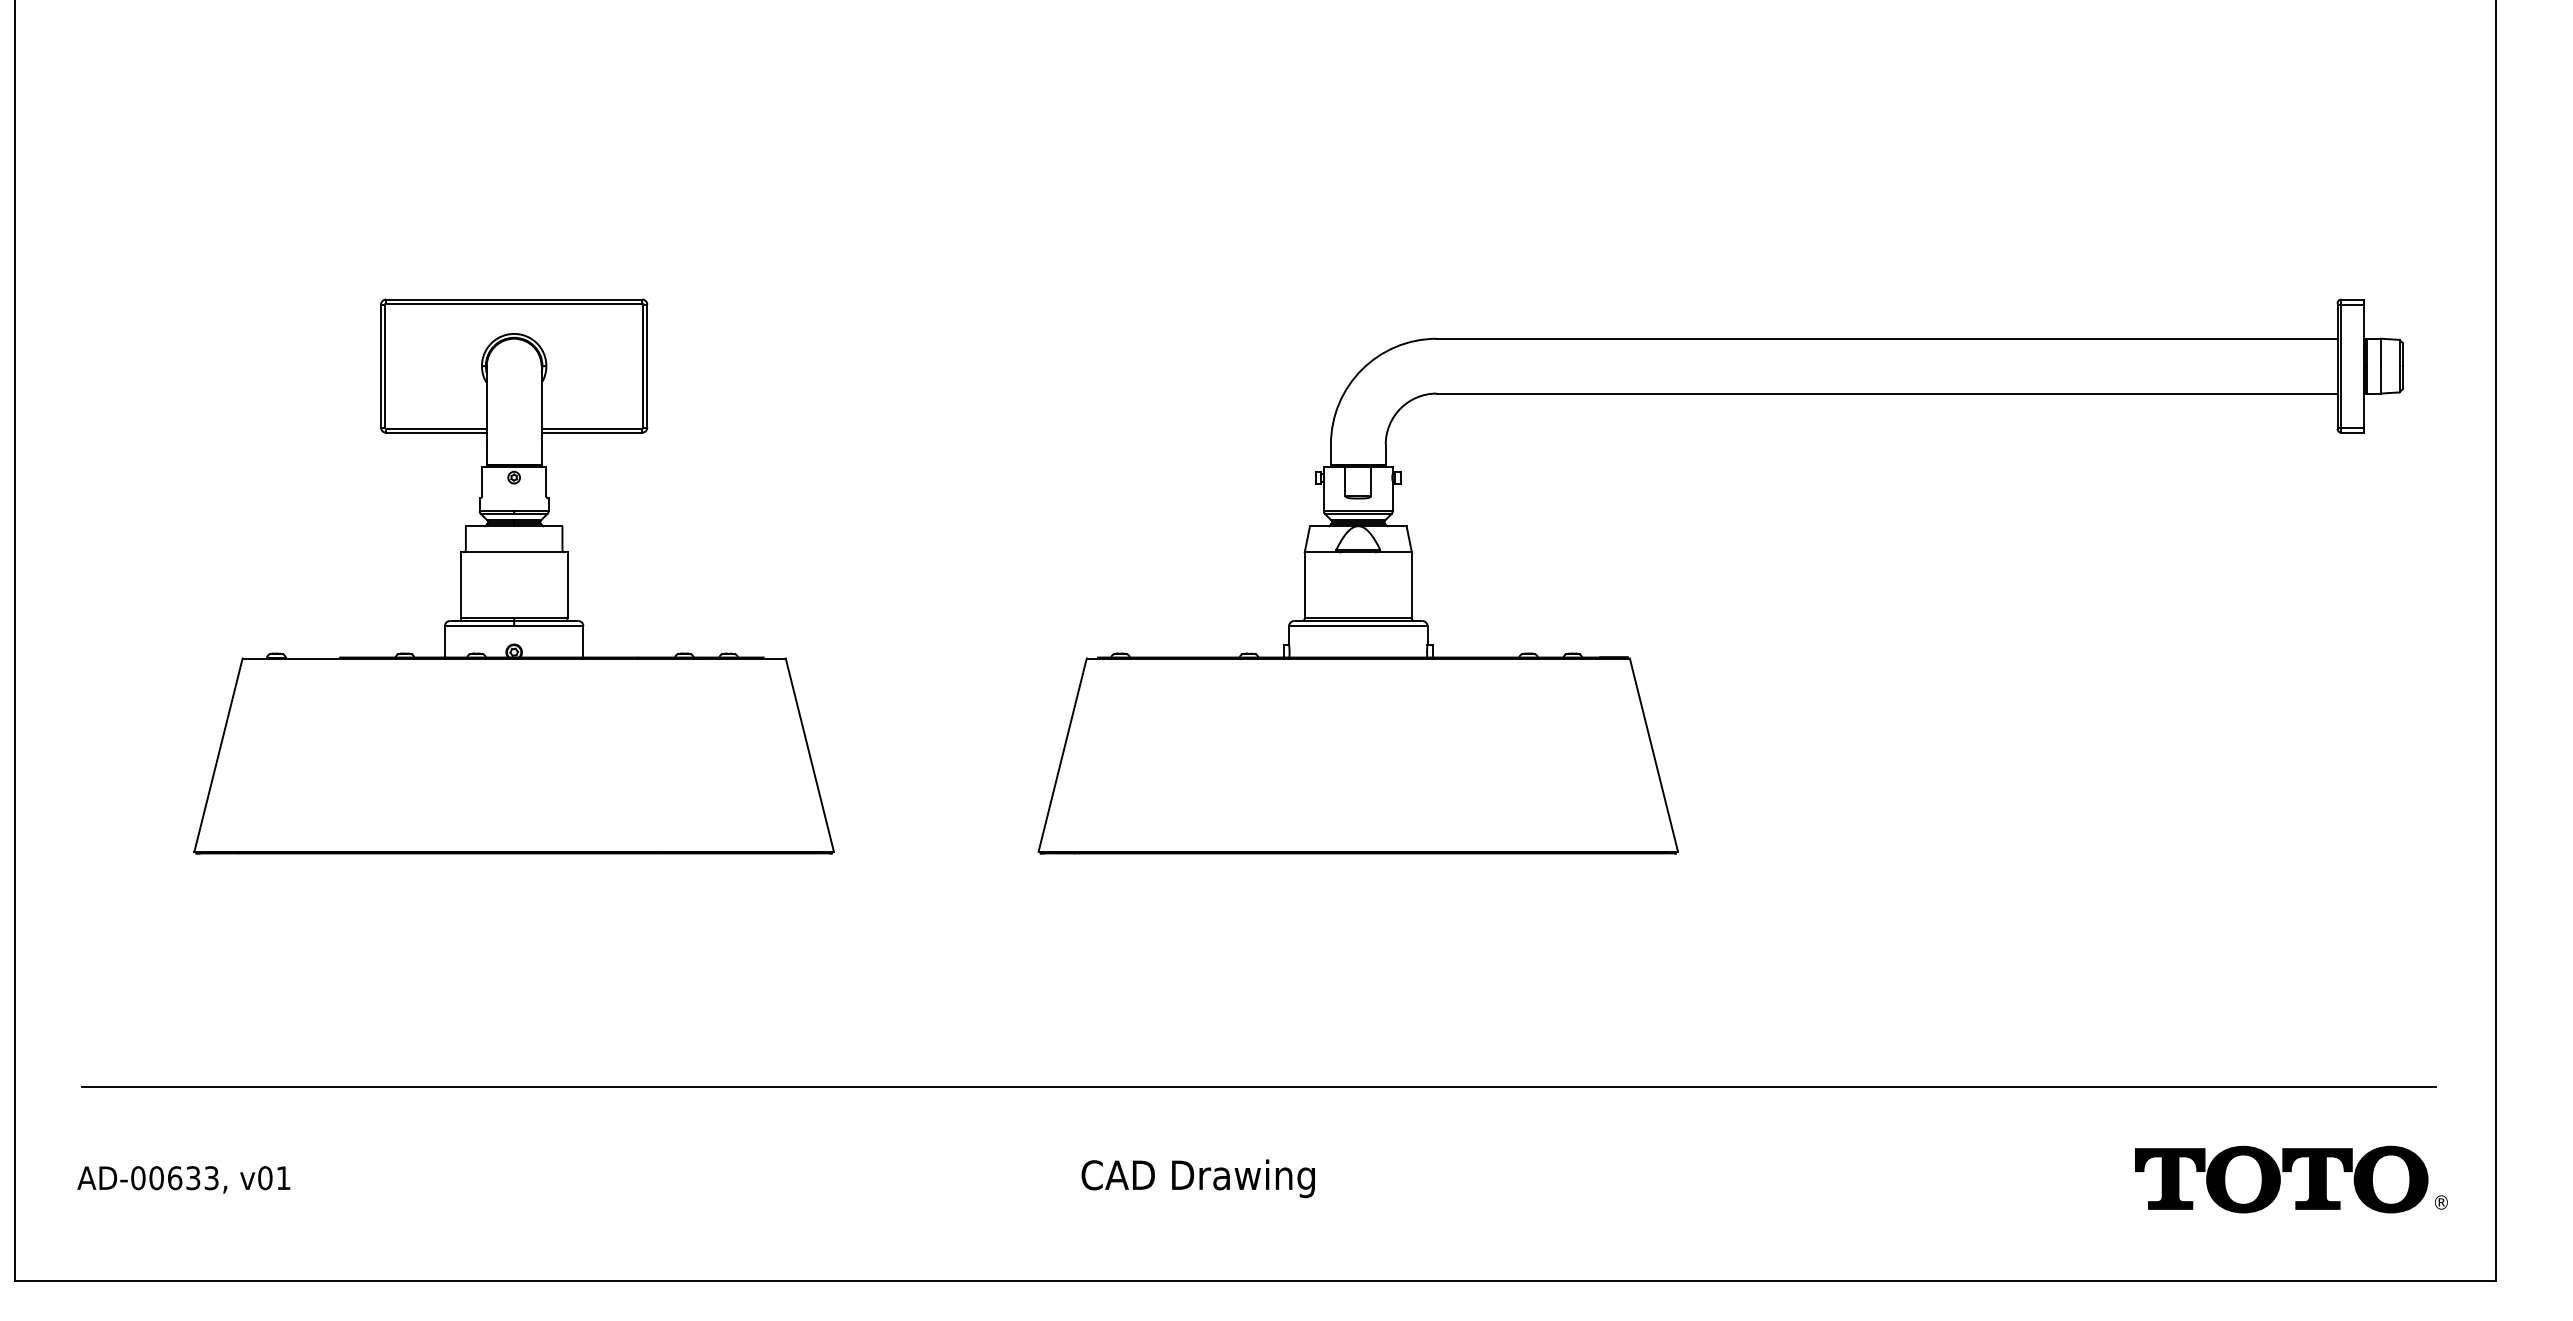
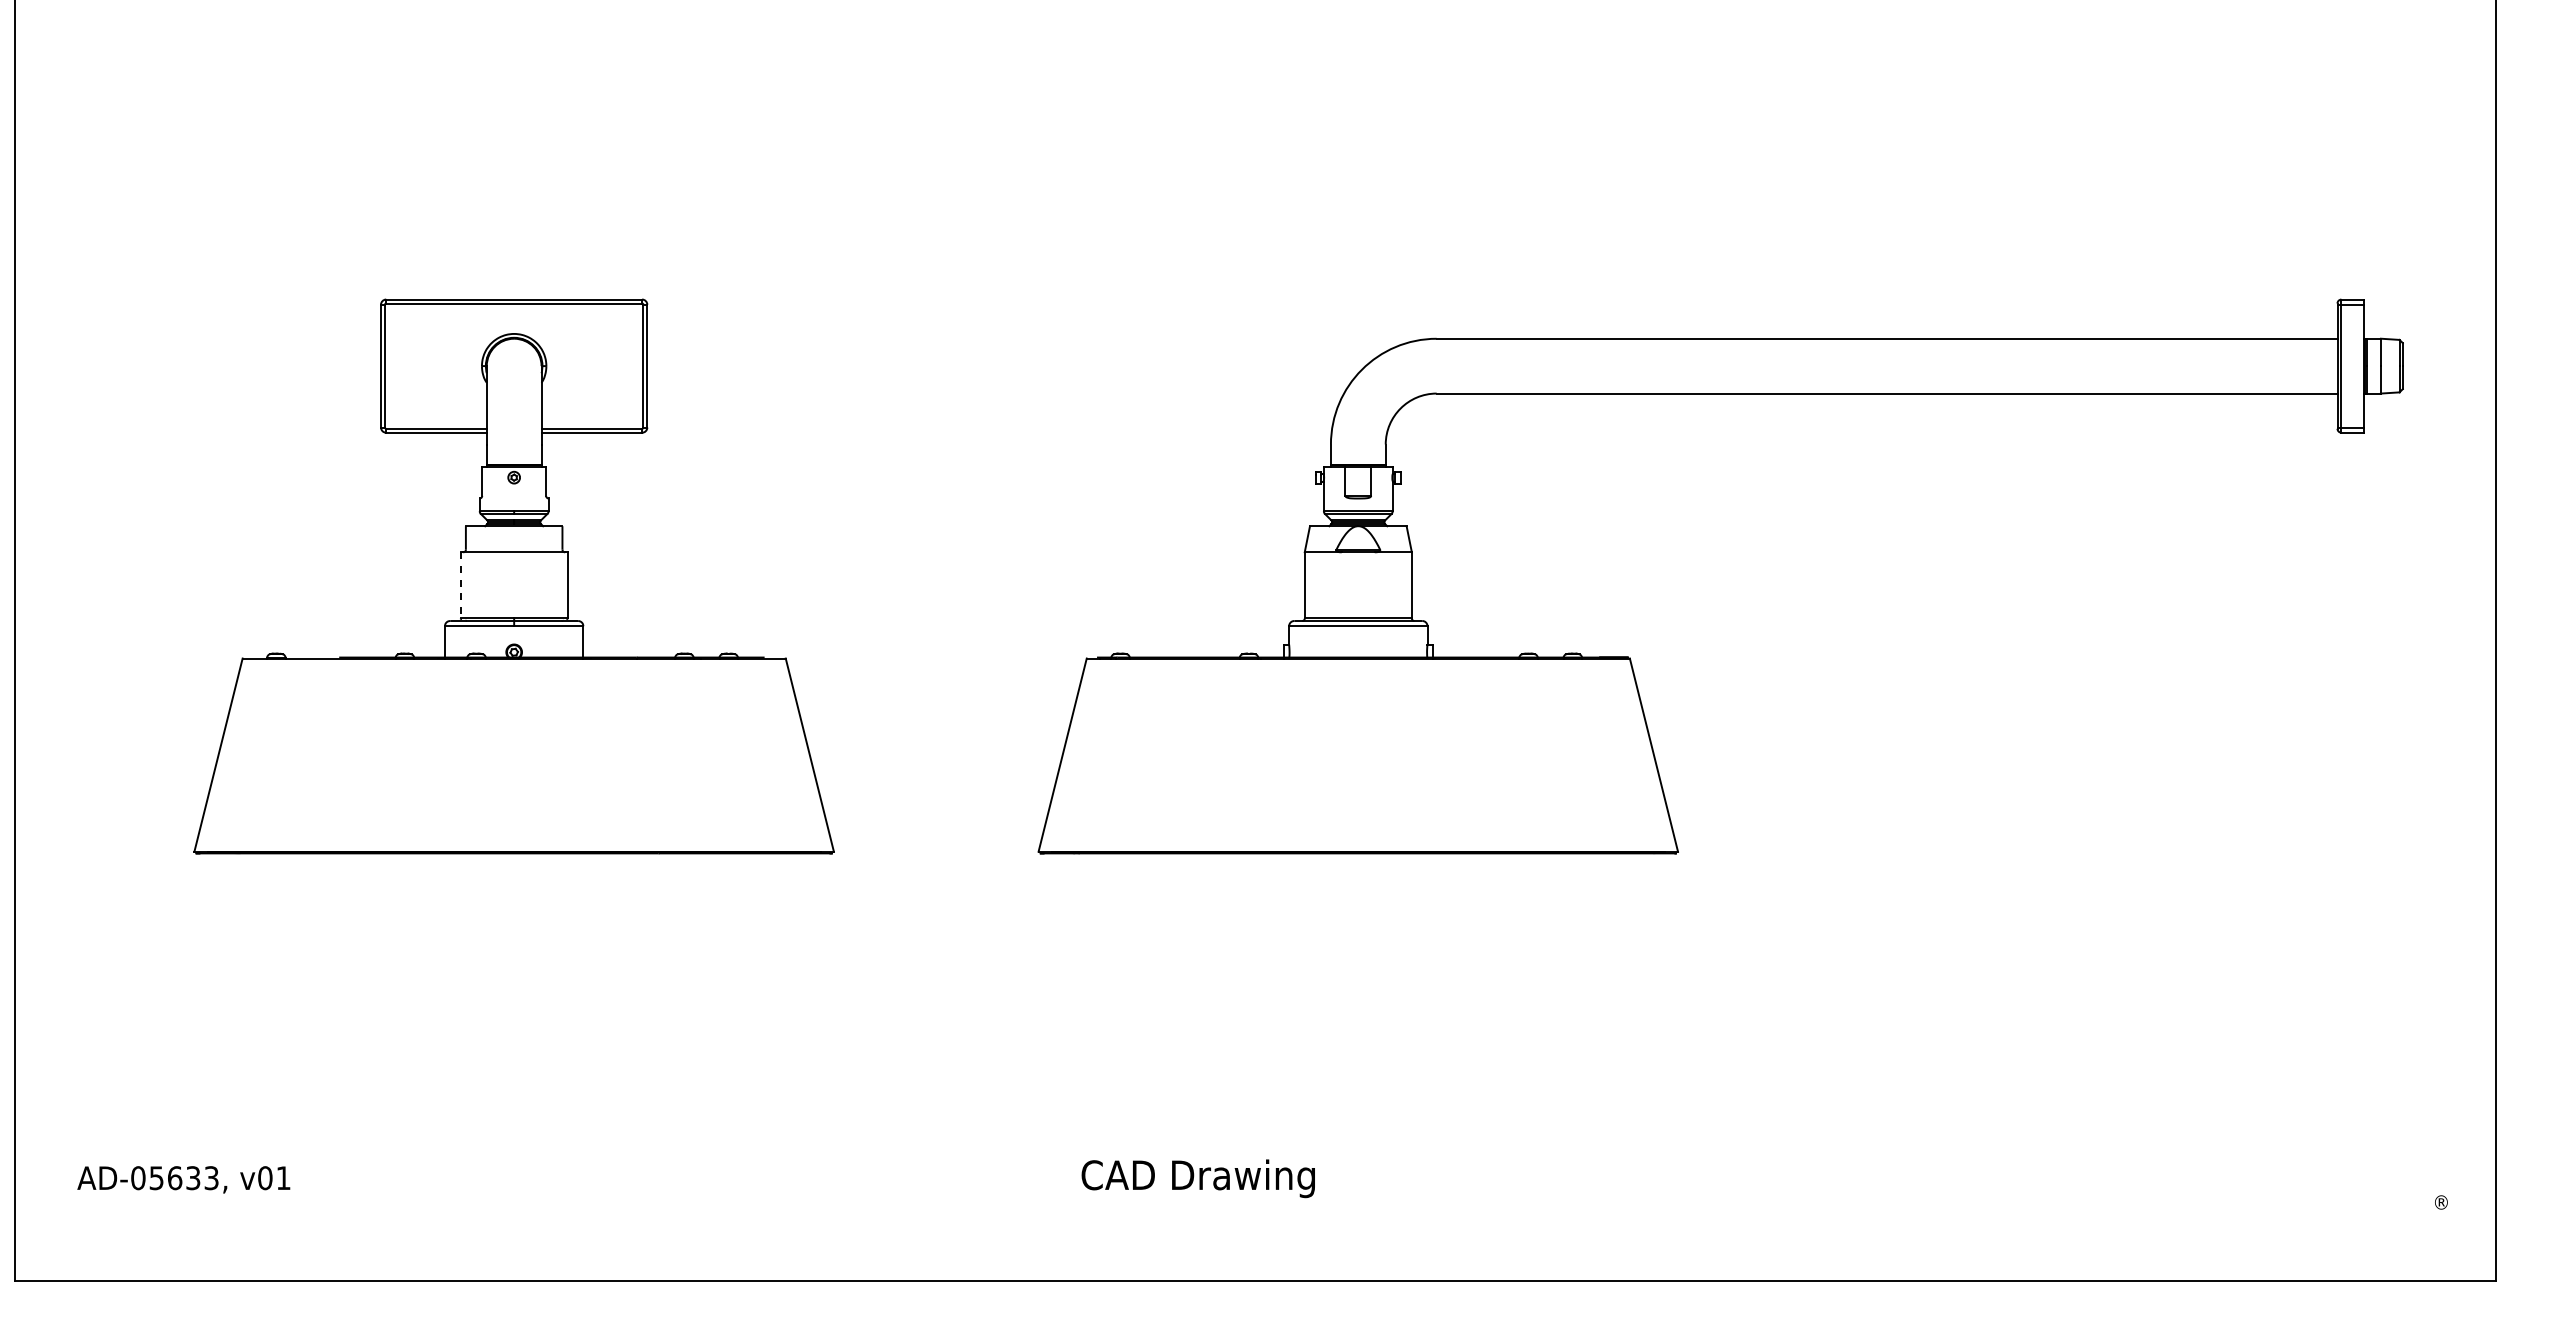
line at (460, 585): solid -> dashed
line at (1258, 1087): present -> none
text at (156, 1178): AD-00633, -> AD-05633,
part at (2281, 1179): present -> none
